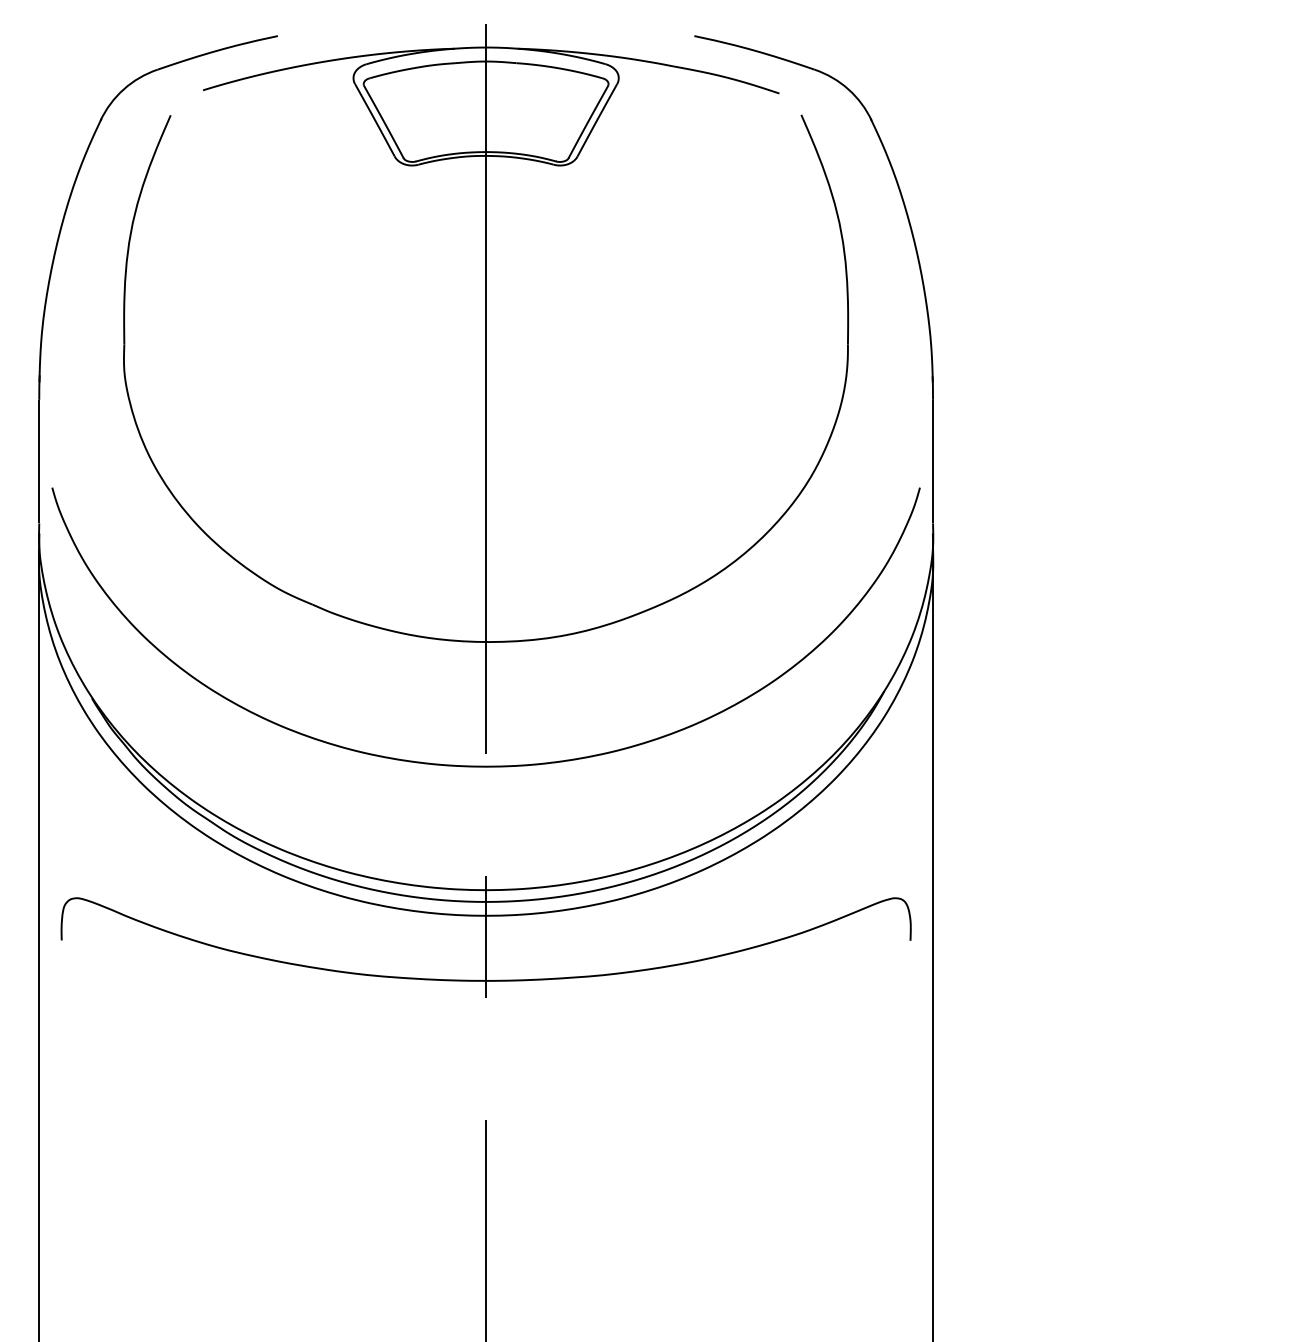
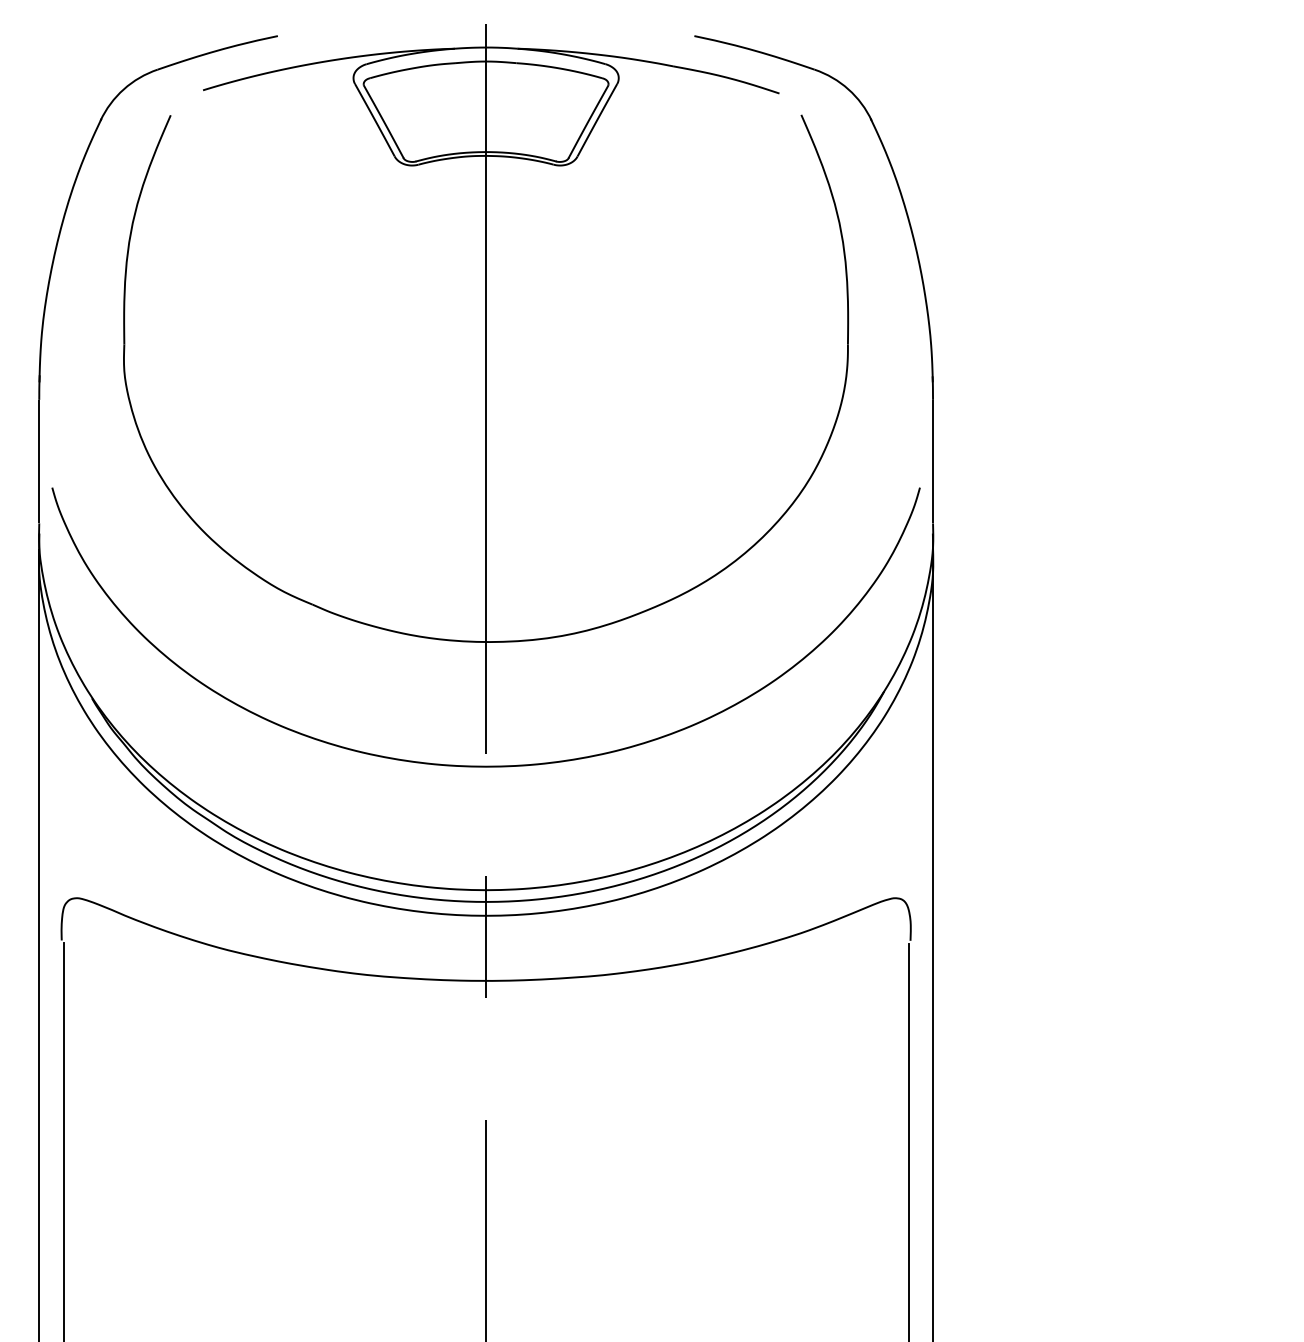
line at (63, 1140): none -> present
line at (908, 1140): none -> present
